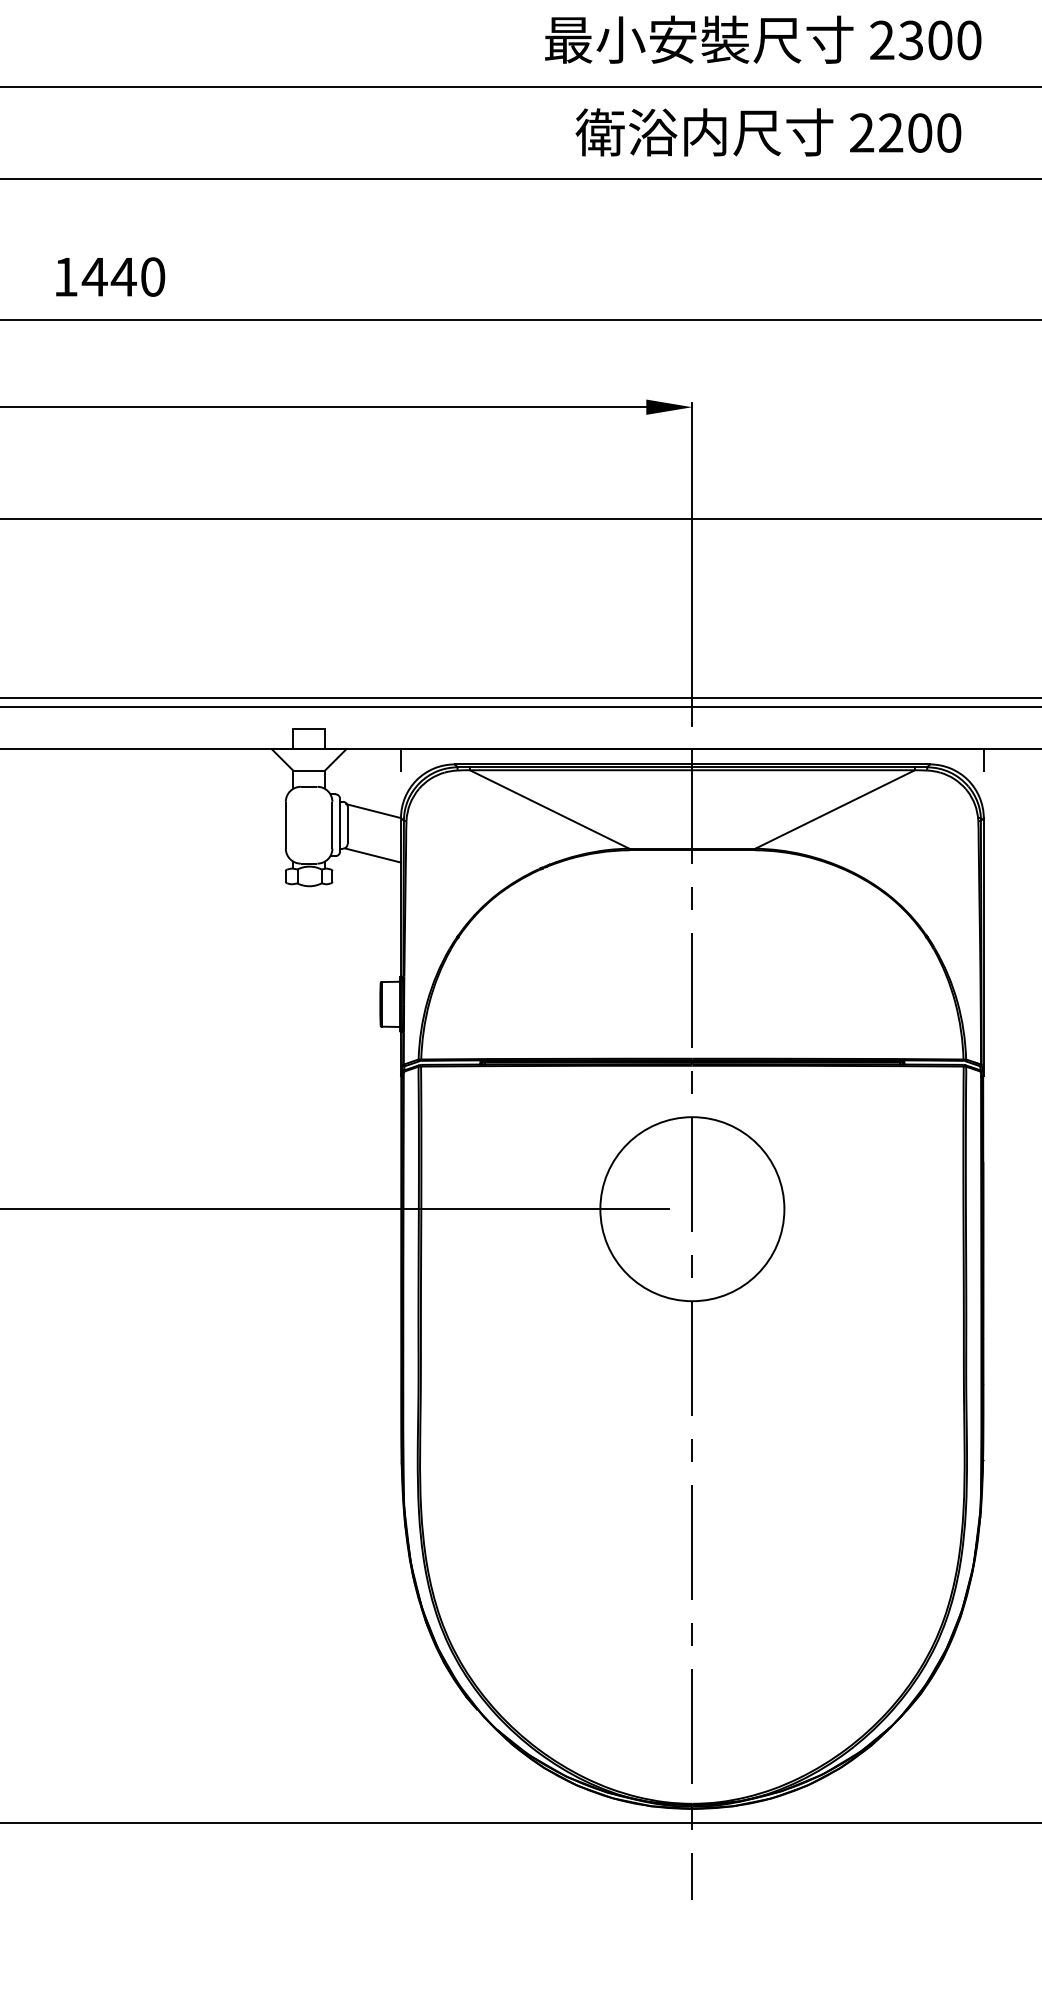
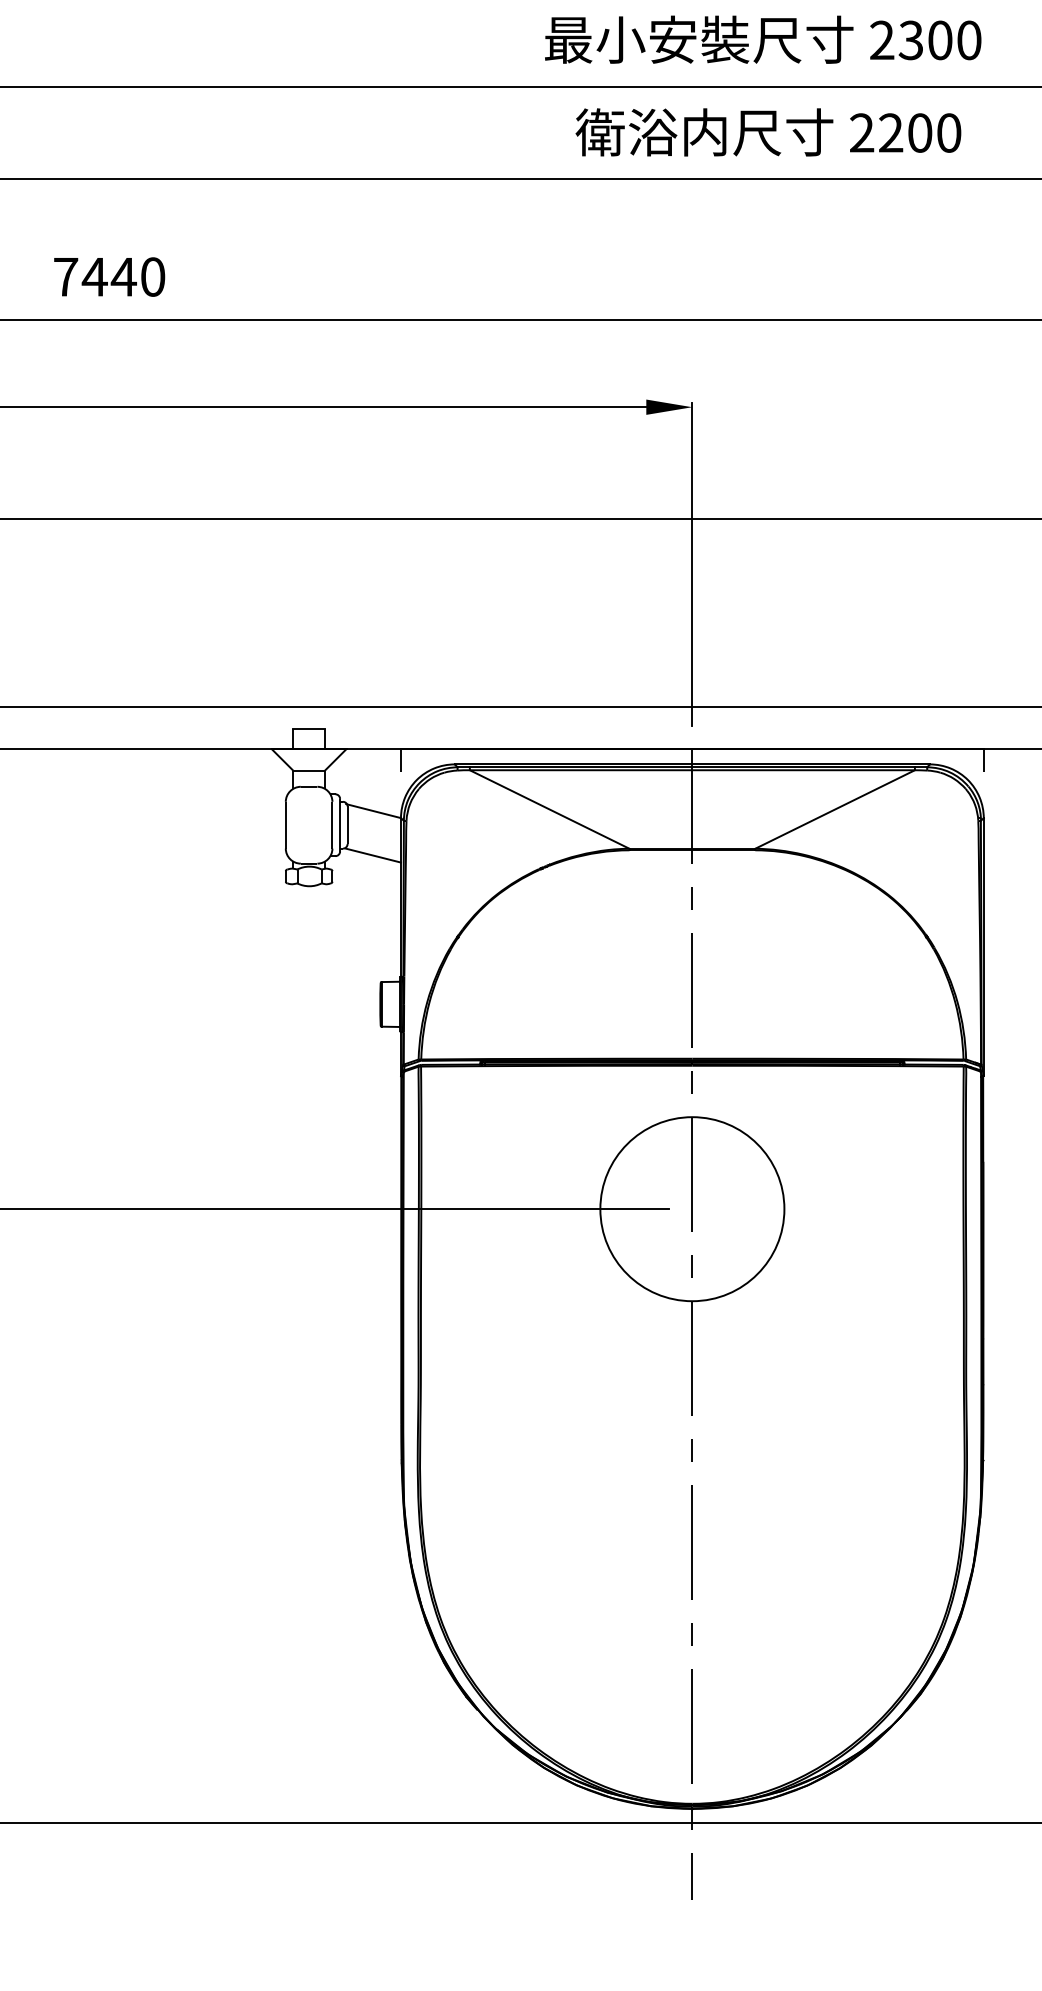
text at (66, 277): 1440 -> 7440
line at (520, 698): present -> none
